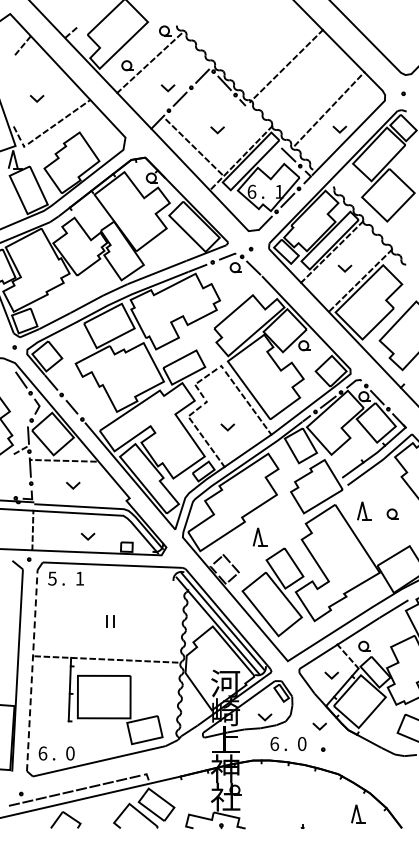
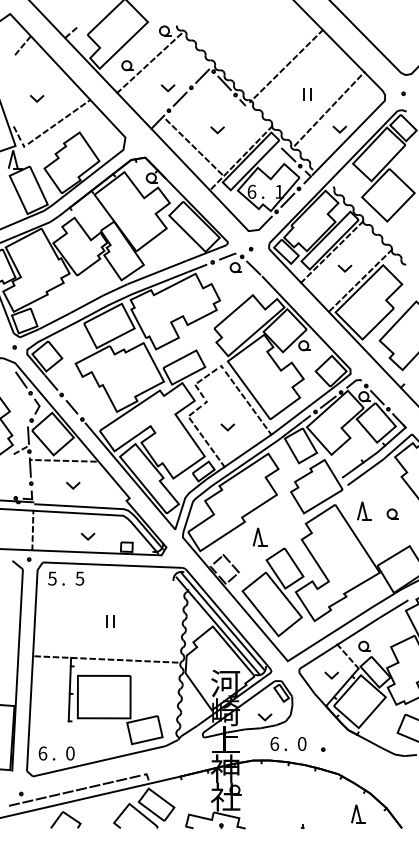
part at (307, 94): none -> present
text at (79, 578): 1 -> 5
line at (32, 670): dashed -> solid
line at (318, 727): present -> none
